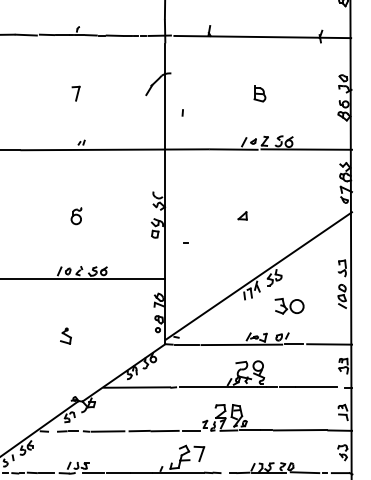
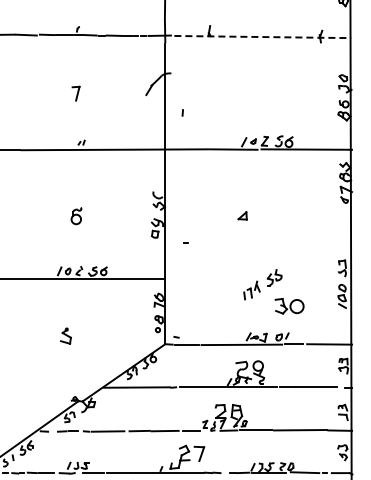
line at (263, 37): solid -> dashed
part at (259, 93): present -> none
line at (259, 275): present -> none
